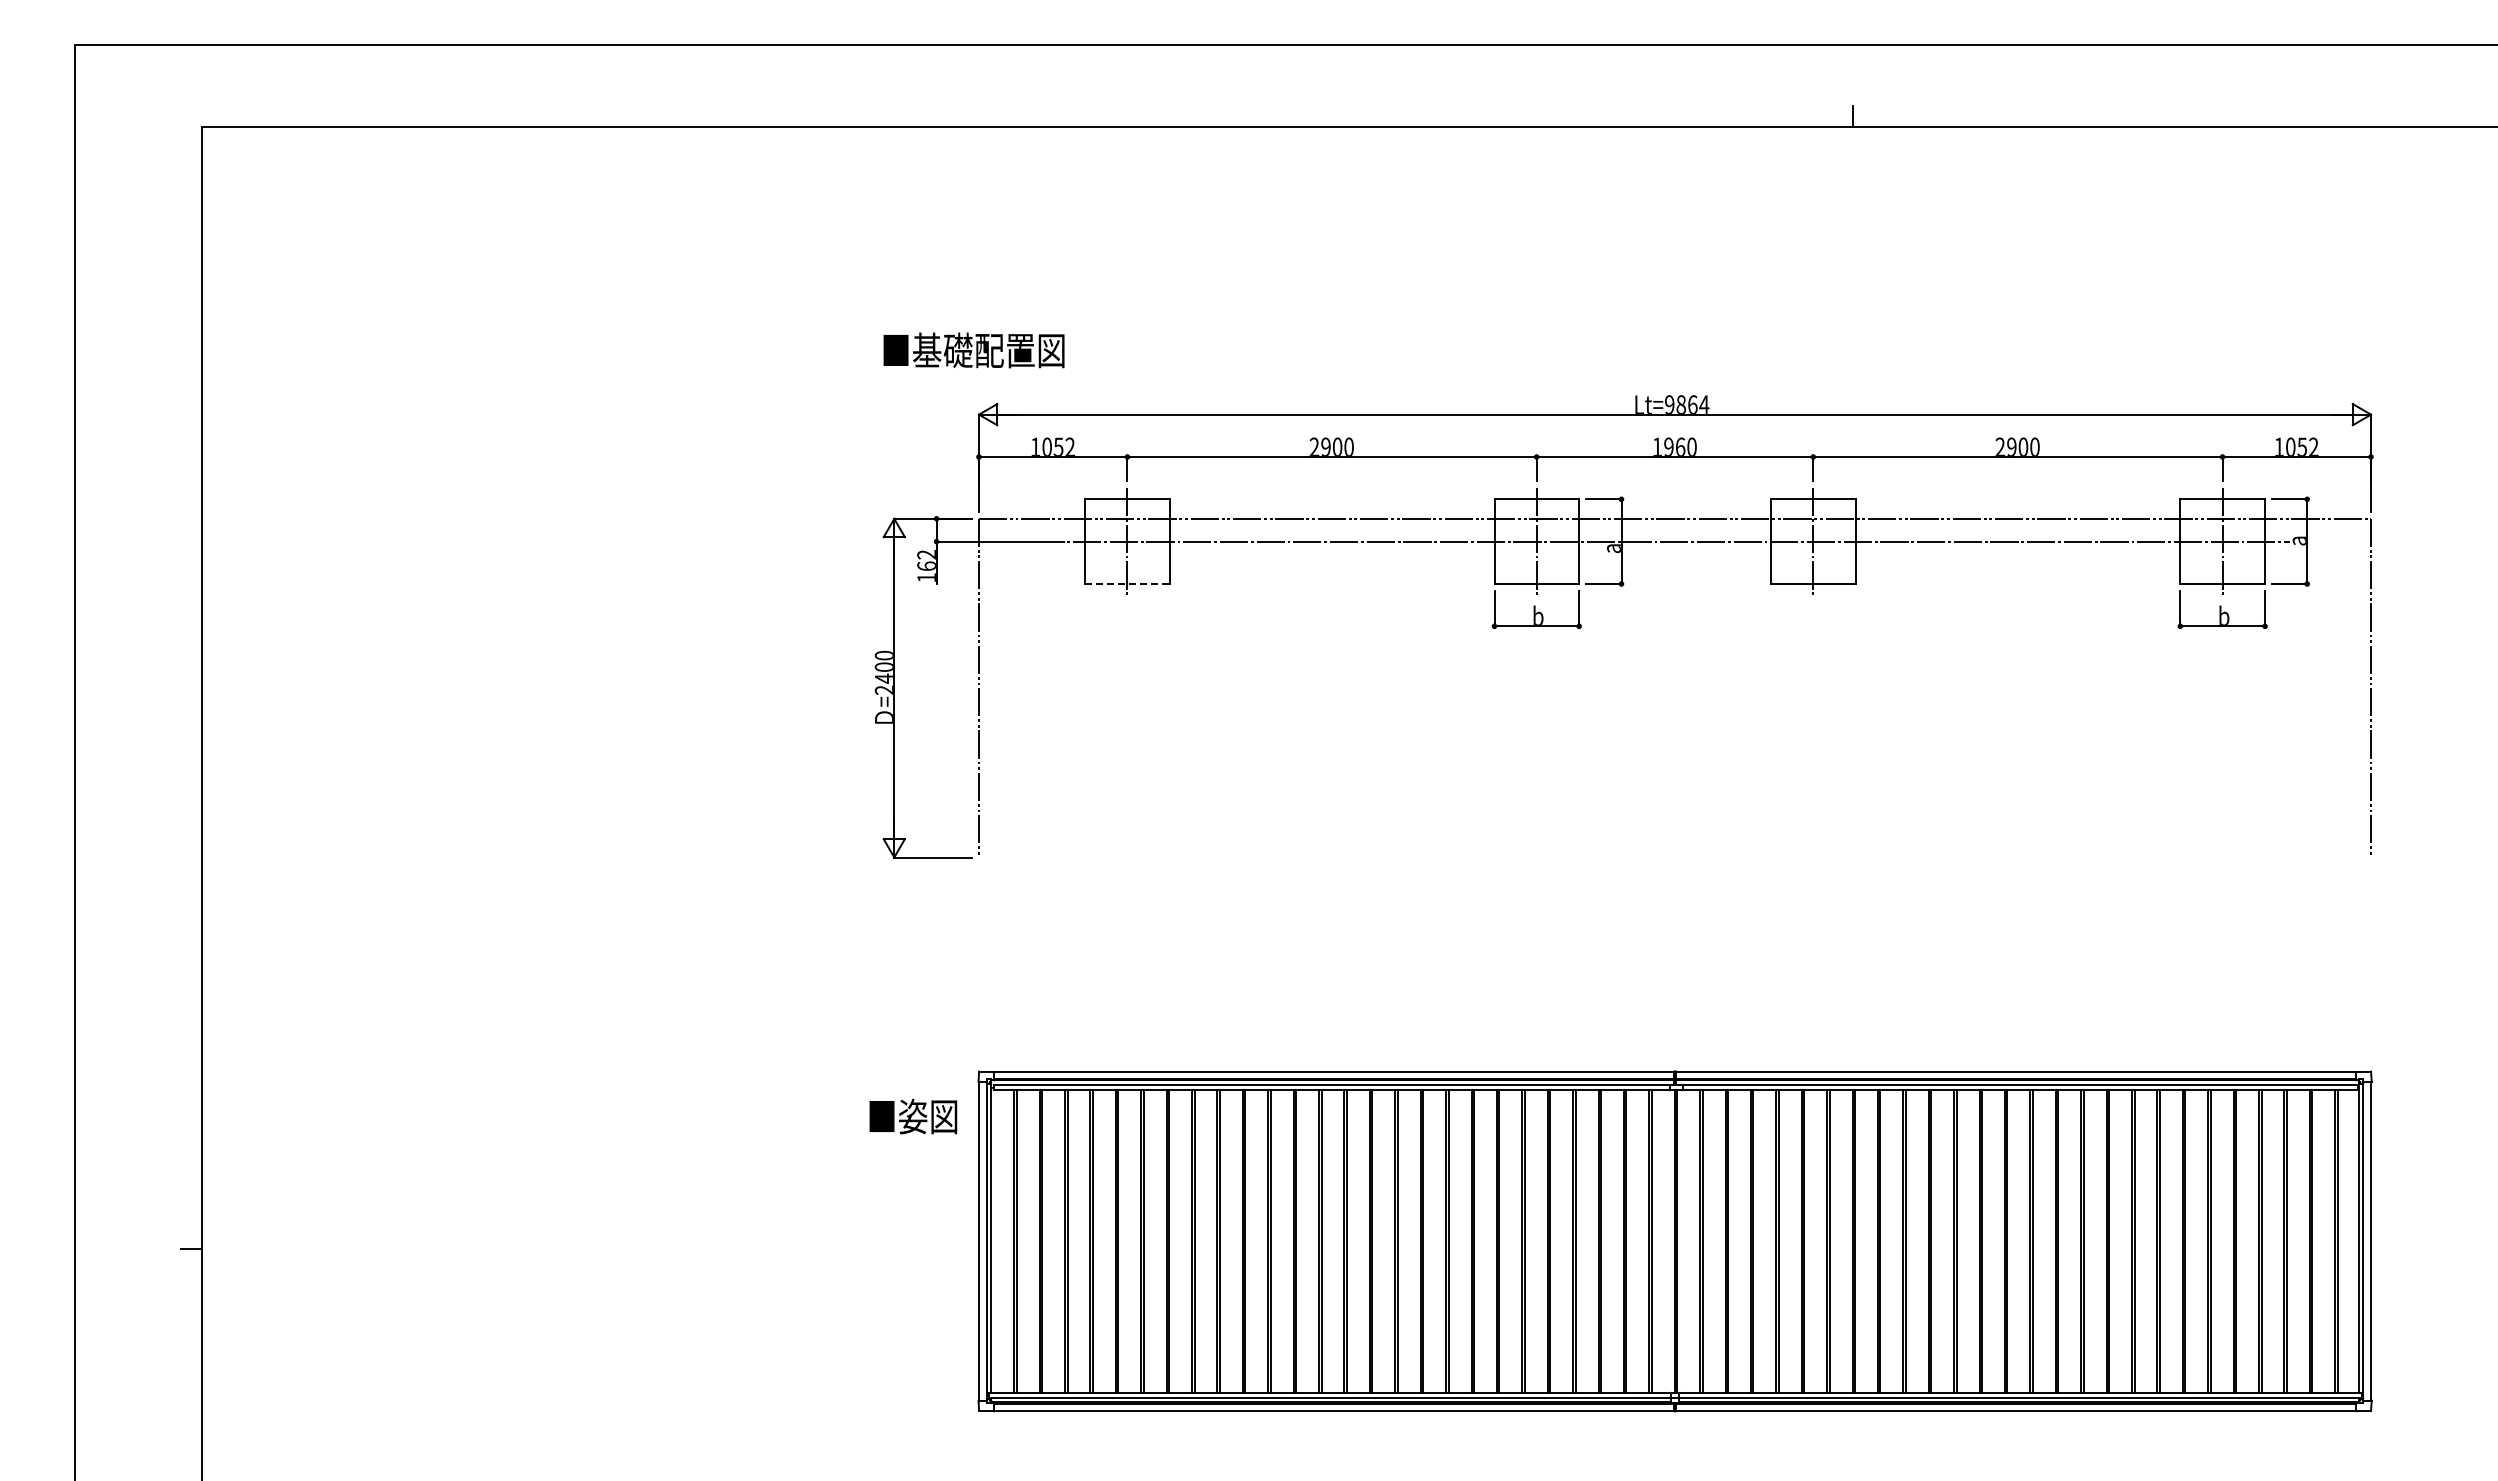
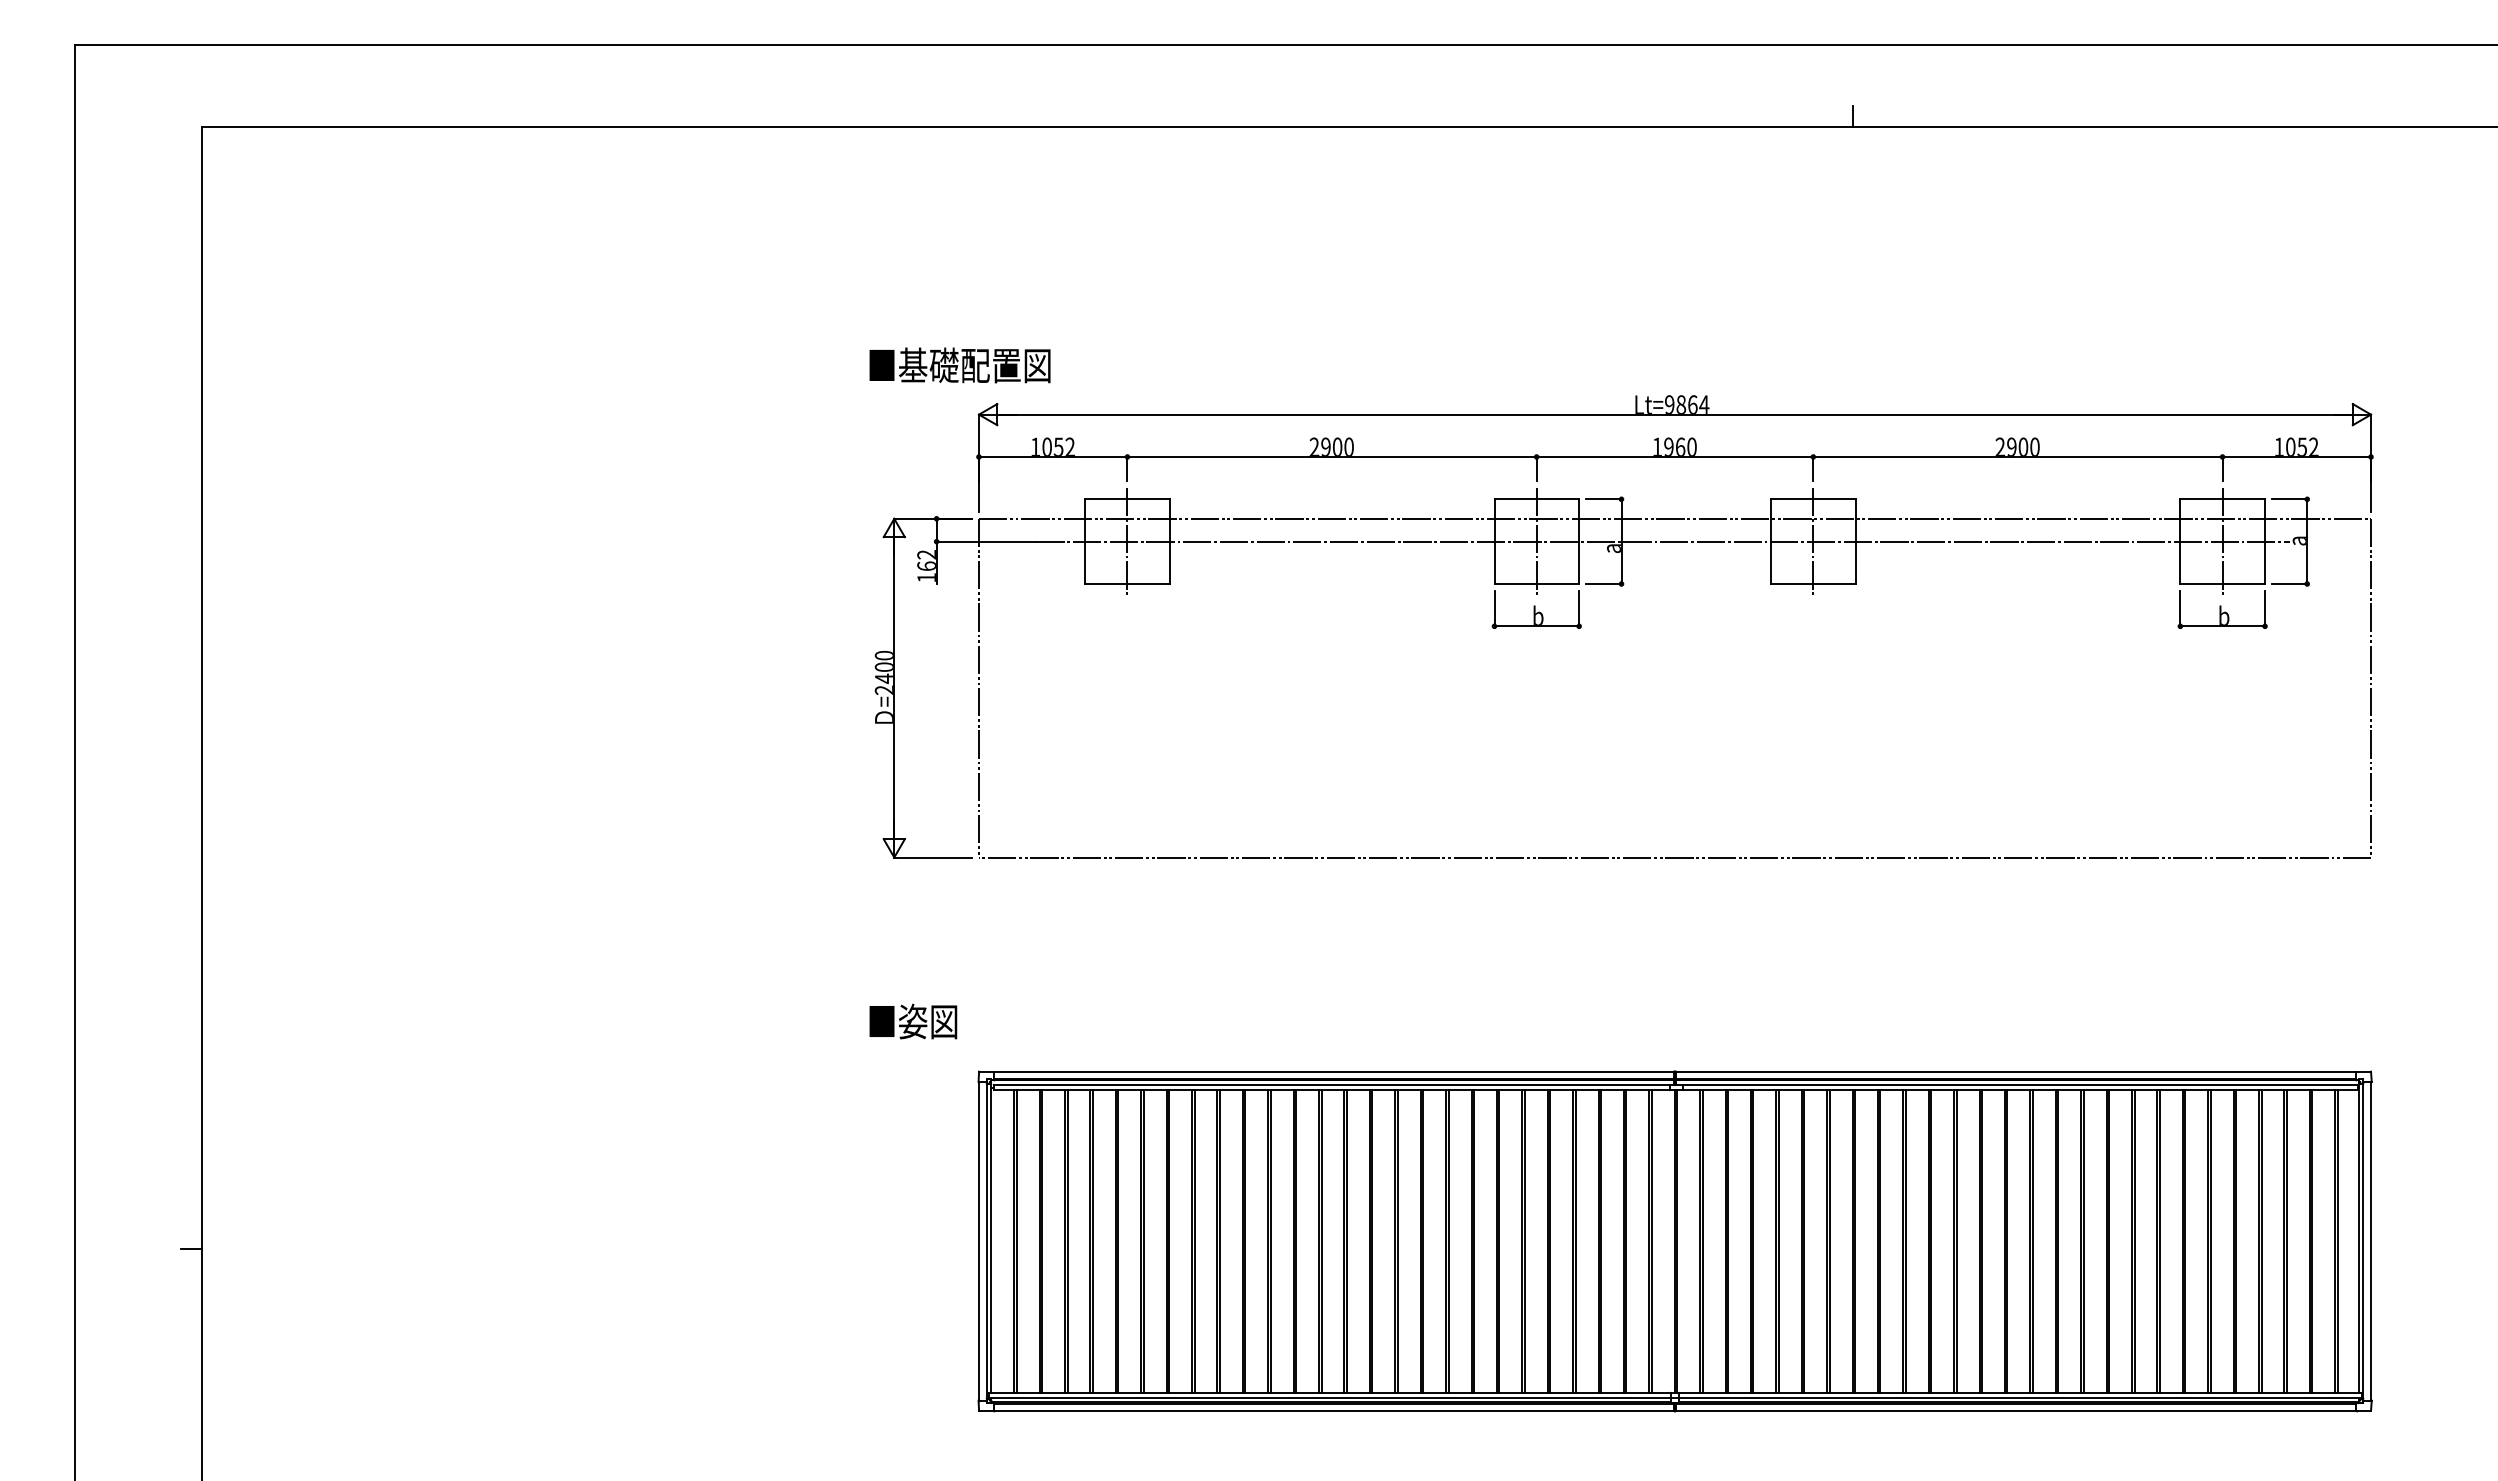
text at (973, 350) position: (973, 350) -> (959, 365)
line at (1128, 584): dashed -> solid
line at (1674, 857): none -> present
text at (913, 1116) position: (913, 1116) -> (913, 1021)
